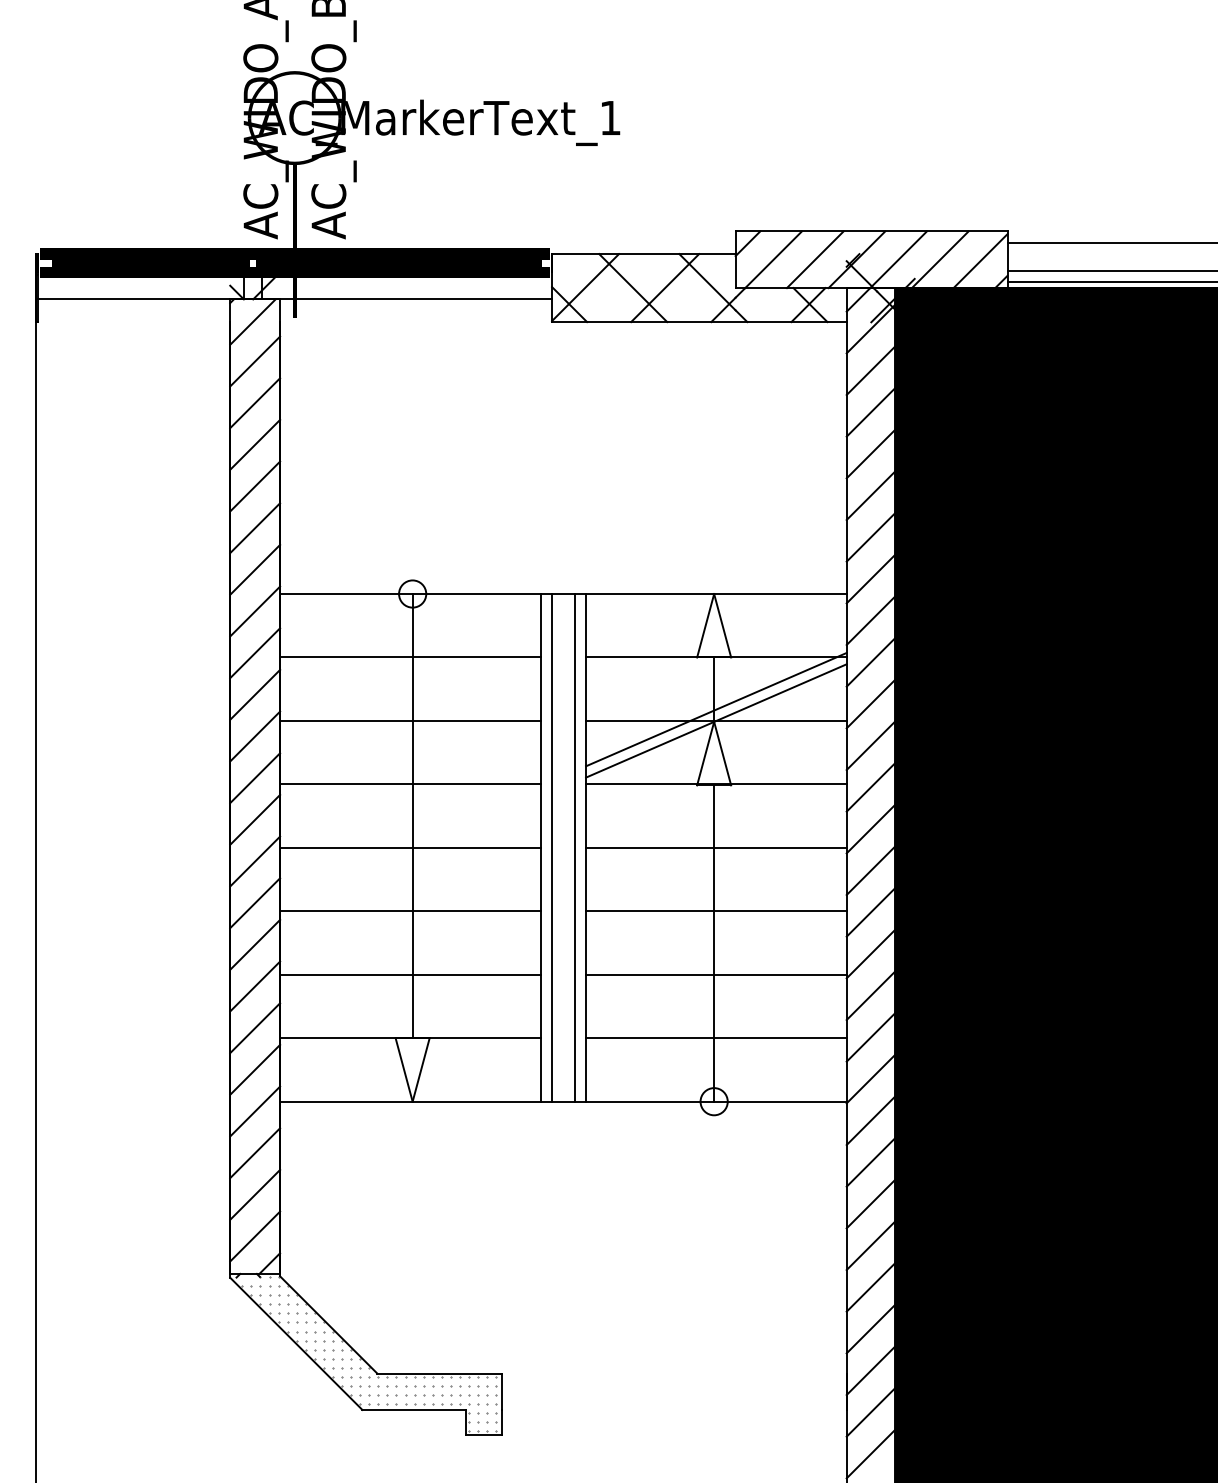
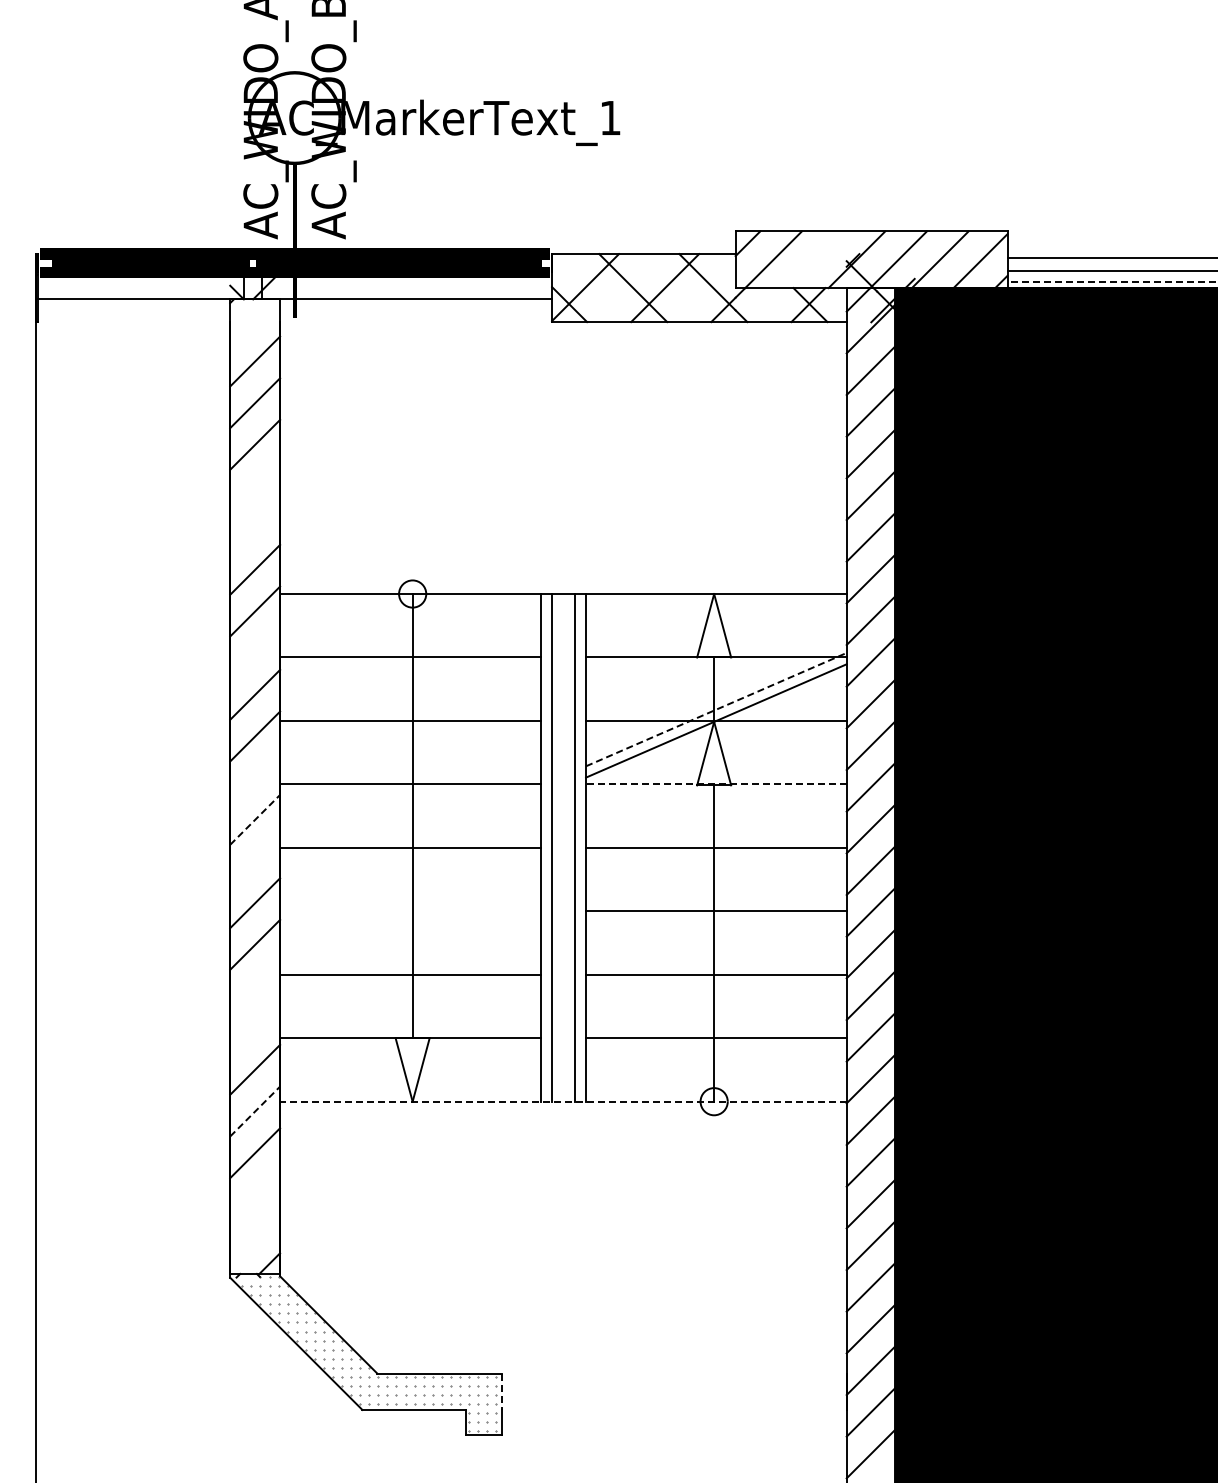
line at (1110, 242) position: (1110, 242) -> (1110, 257)
line at (814, 259): present -> none
line at (1112, 282): solid -> dashed
line at (252, 321): present -> none
line at (255, 486): present -> none
line at (255, 528): present -> none
line at (255, 653): present -> none
line at (716, 709): solid -> dashed
line at (255, 778): present -> none
line at (715, 784): solid -> dashed
line at (255, 819): solid -> dashed
line at (255, 861): present -> none
line at (410, 911): present -> none
line at (255, 986): present -> none
line at (255, 1028): present -> none
line at (562, 1101): solid -> dashed
line at (255, 1111): solid -> dashed
line at (255, 1194): present -> none
line at (255, 1236): present -> none
line at (502, 1392): solid -> dashed
